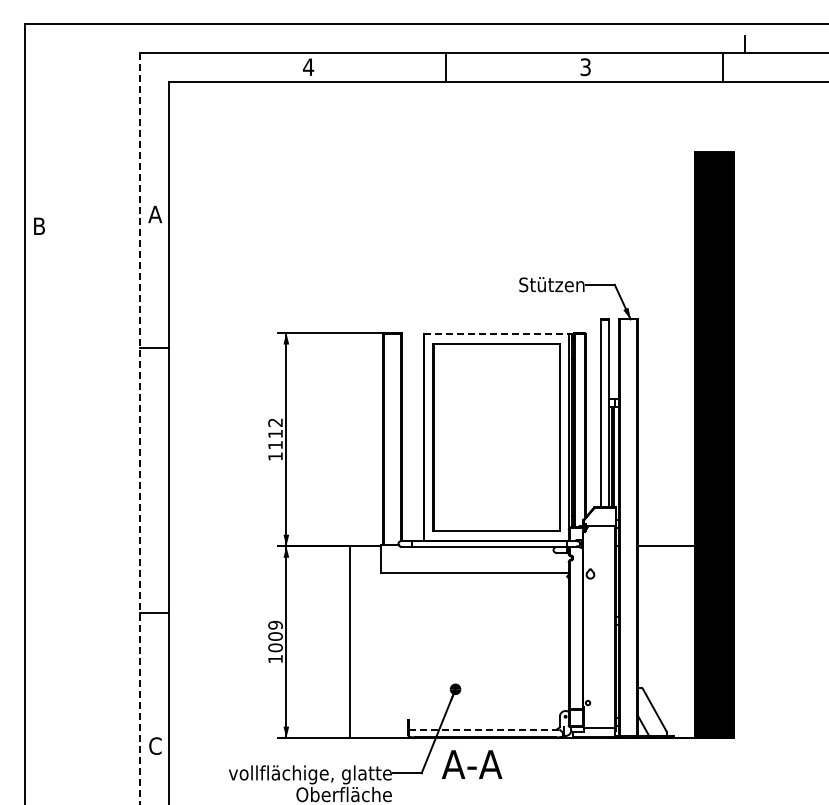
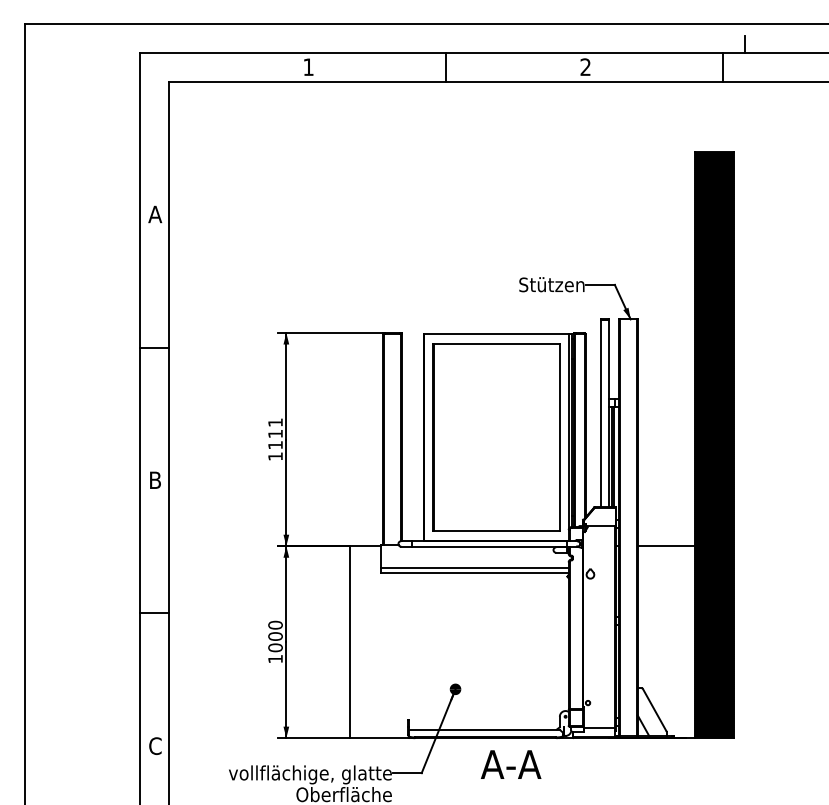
text at (308, 66): 4 -> 1
text at (585, 67): 3 -> 2
text at (39, 225) position: (39, 225) -> (155, 479)
line at (498, 333): dashed -> solid
text at (275, 422): 1112 -> 1111
line at (140, 428): dashed -> solid
line at (474, 568): none -> present
text at (275, 625): 1009 -> 1000
line at (484, 730): dashed -> solid
text at (472, 764) position: (472, 764) -> (511, 764)
